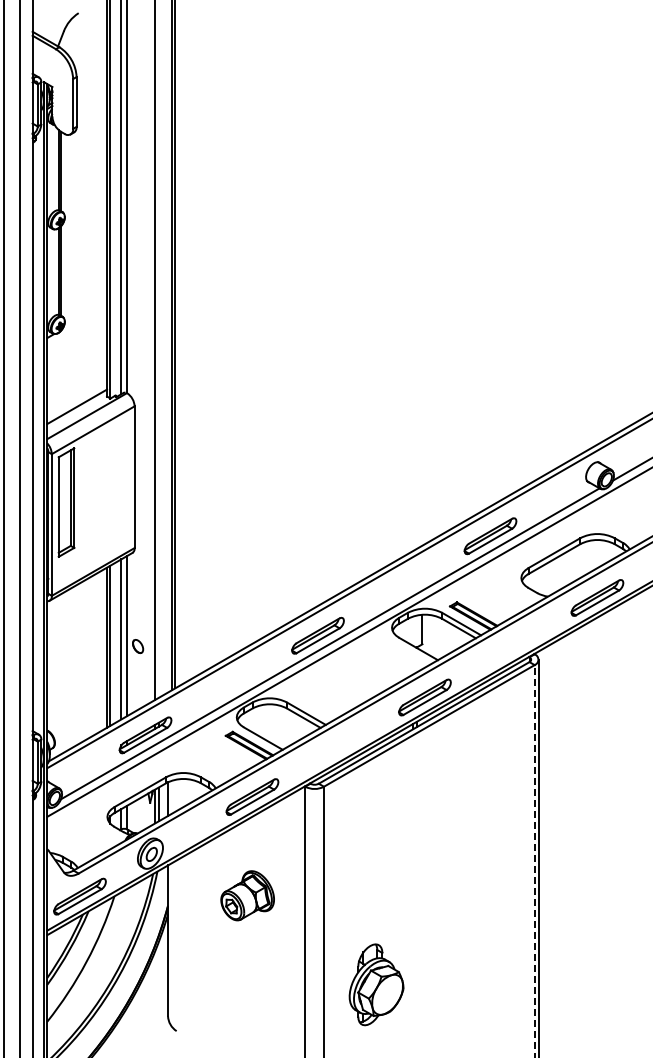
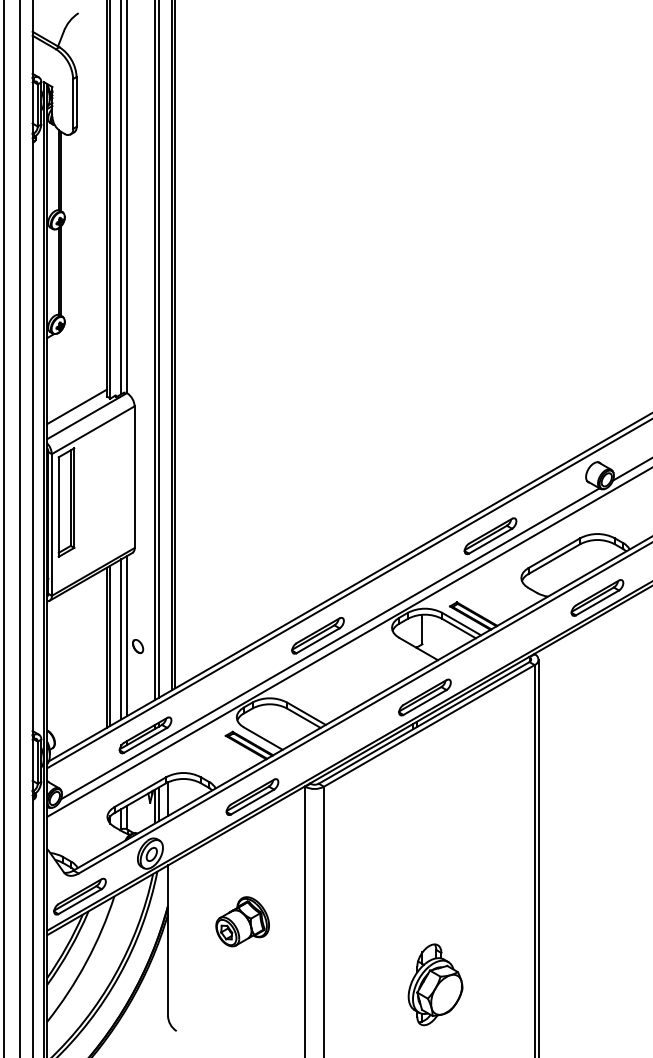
line at (158, 349): none -> present
line at (534, 860): dashed -> solid
part at (247, 895) position: (247, 895) -> (242, 921)
part at (376, 984) position: (376, 984) -> (435, 984)
